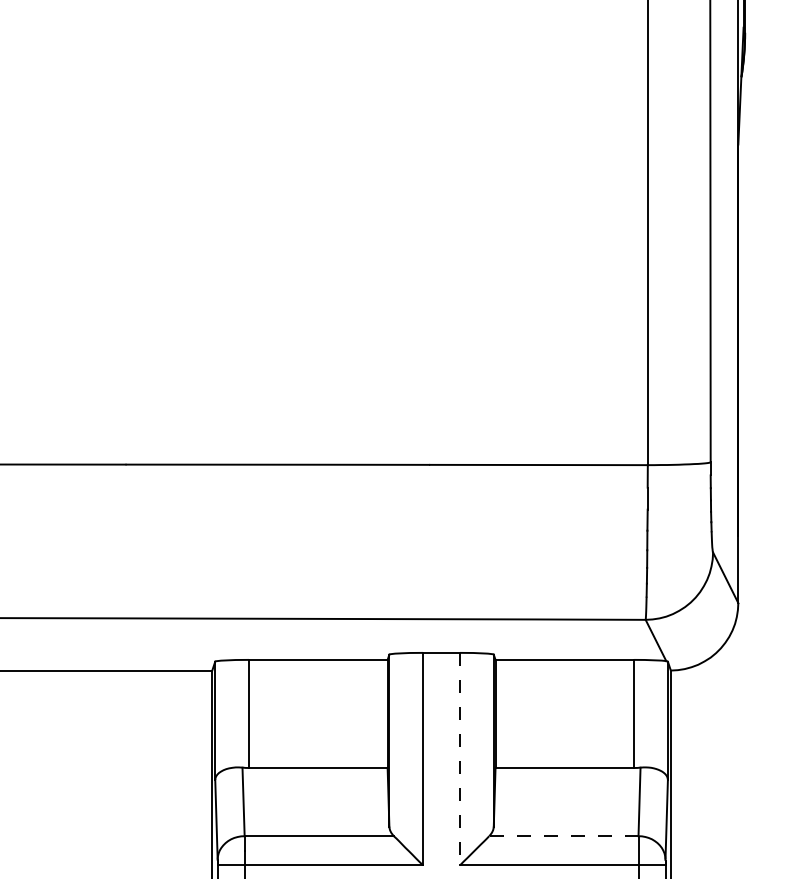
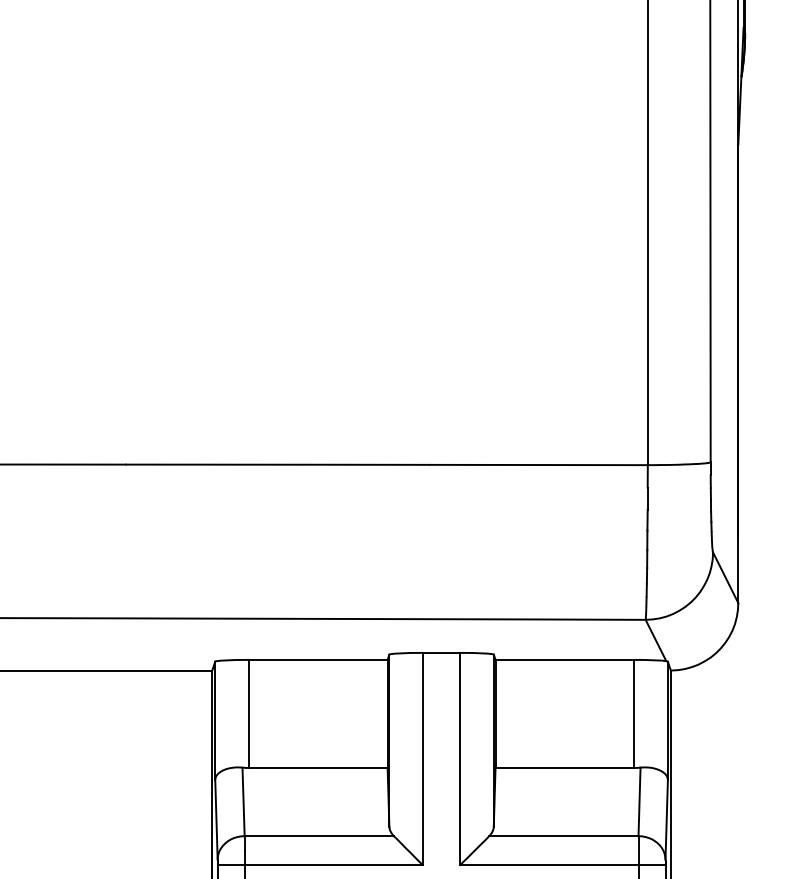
line at (460, 759): dashed -> solid
line at (563, 836): dashed -> solid
